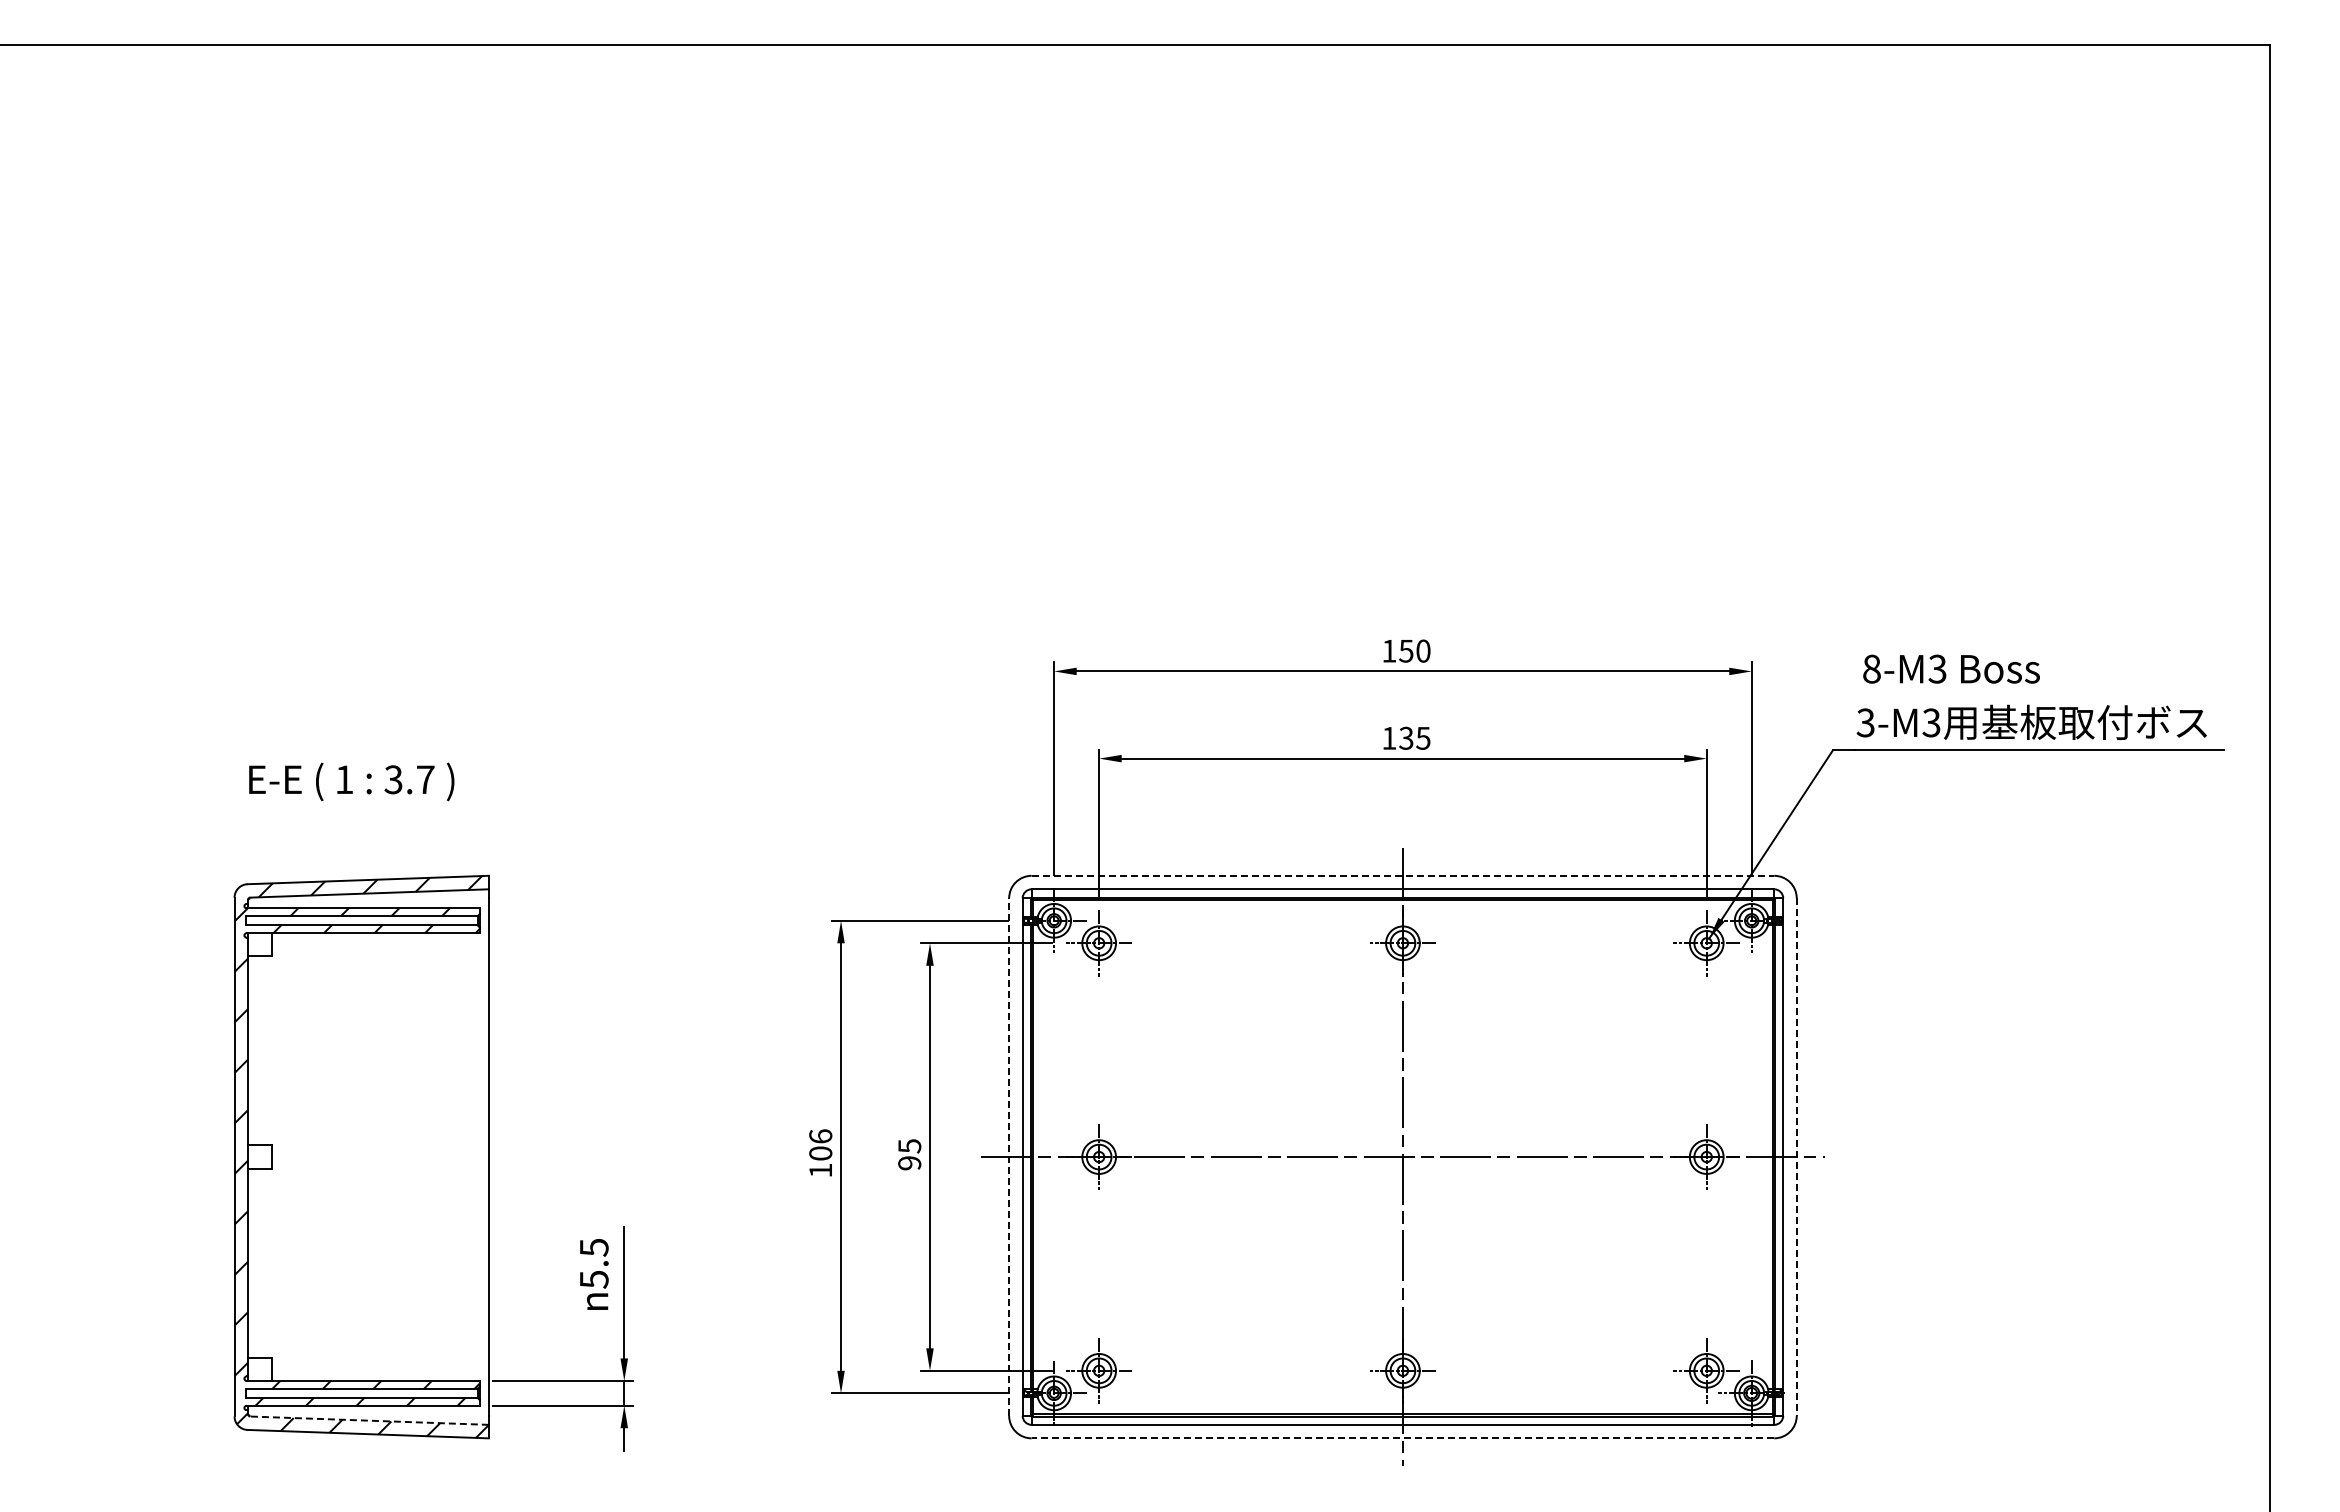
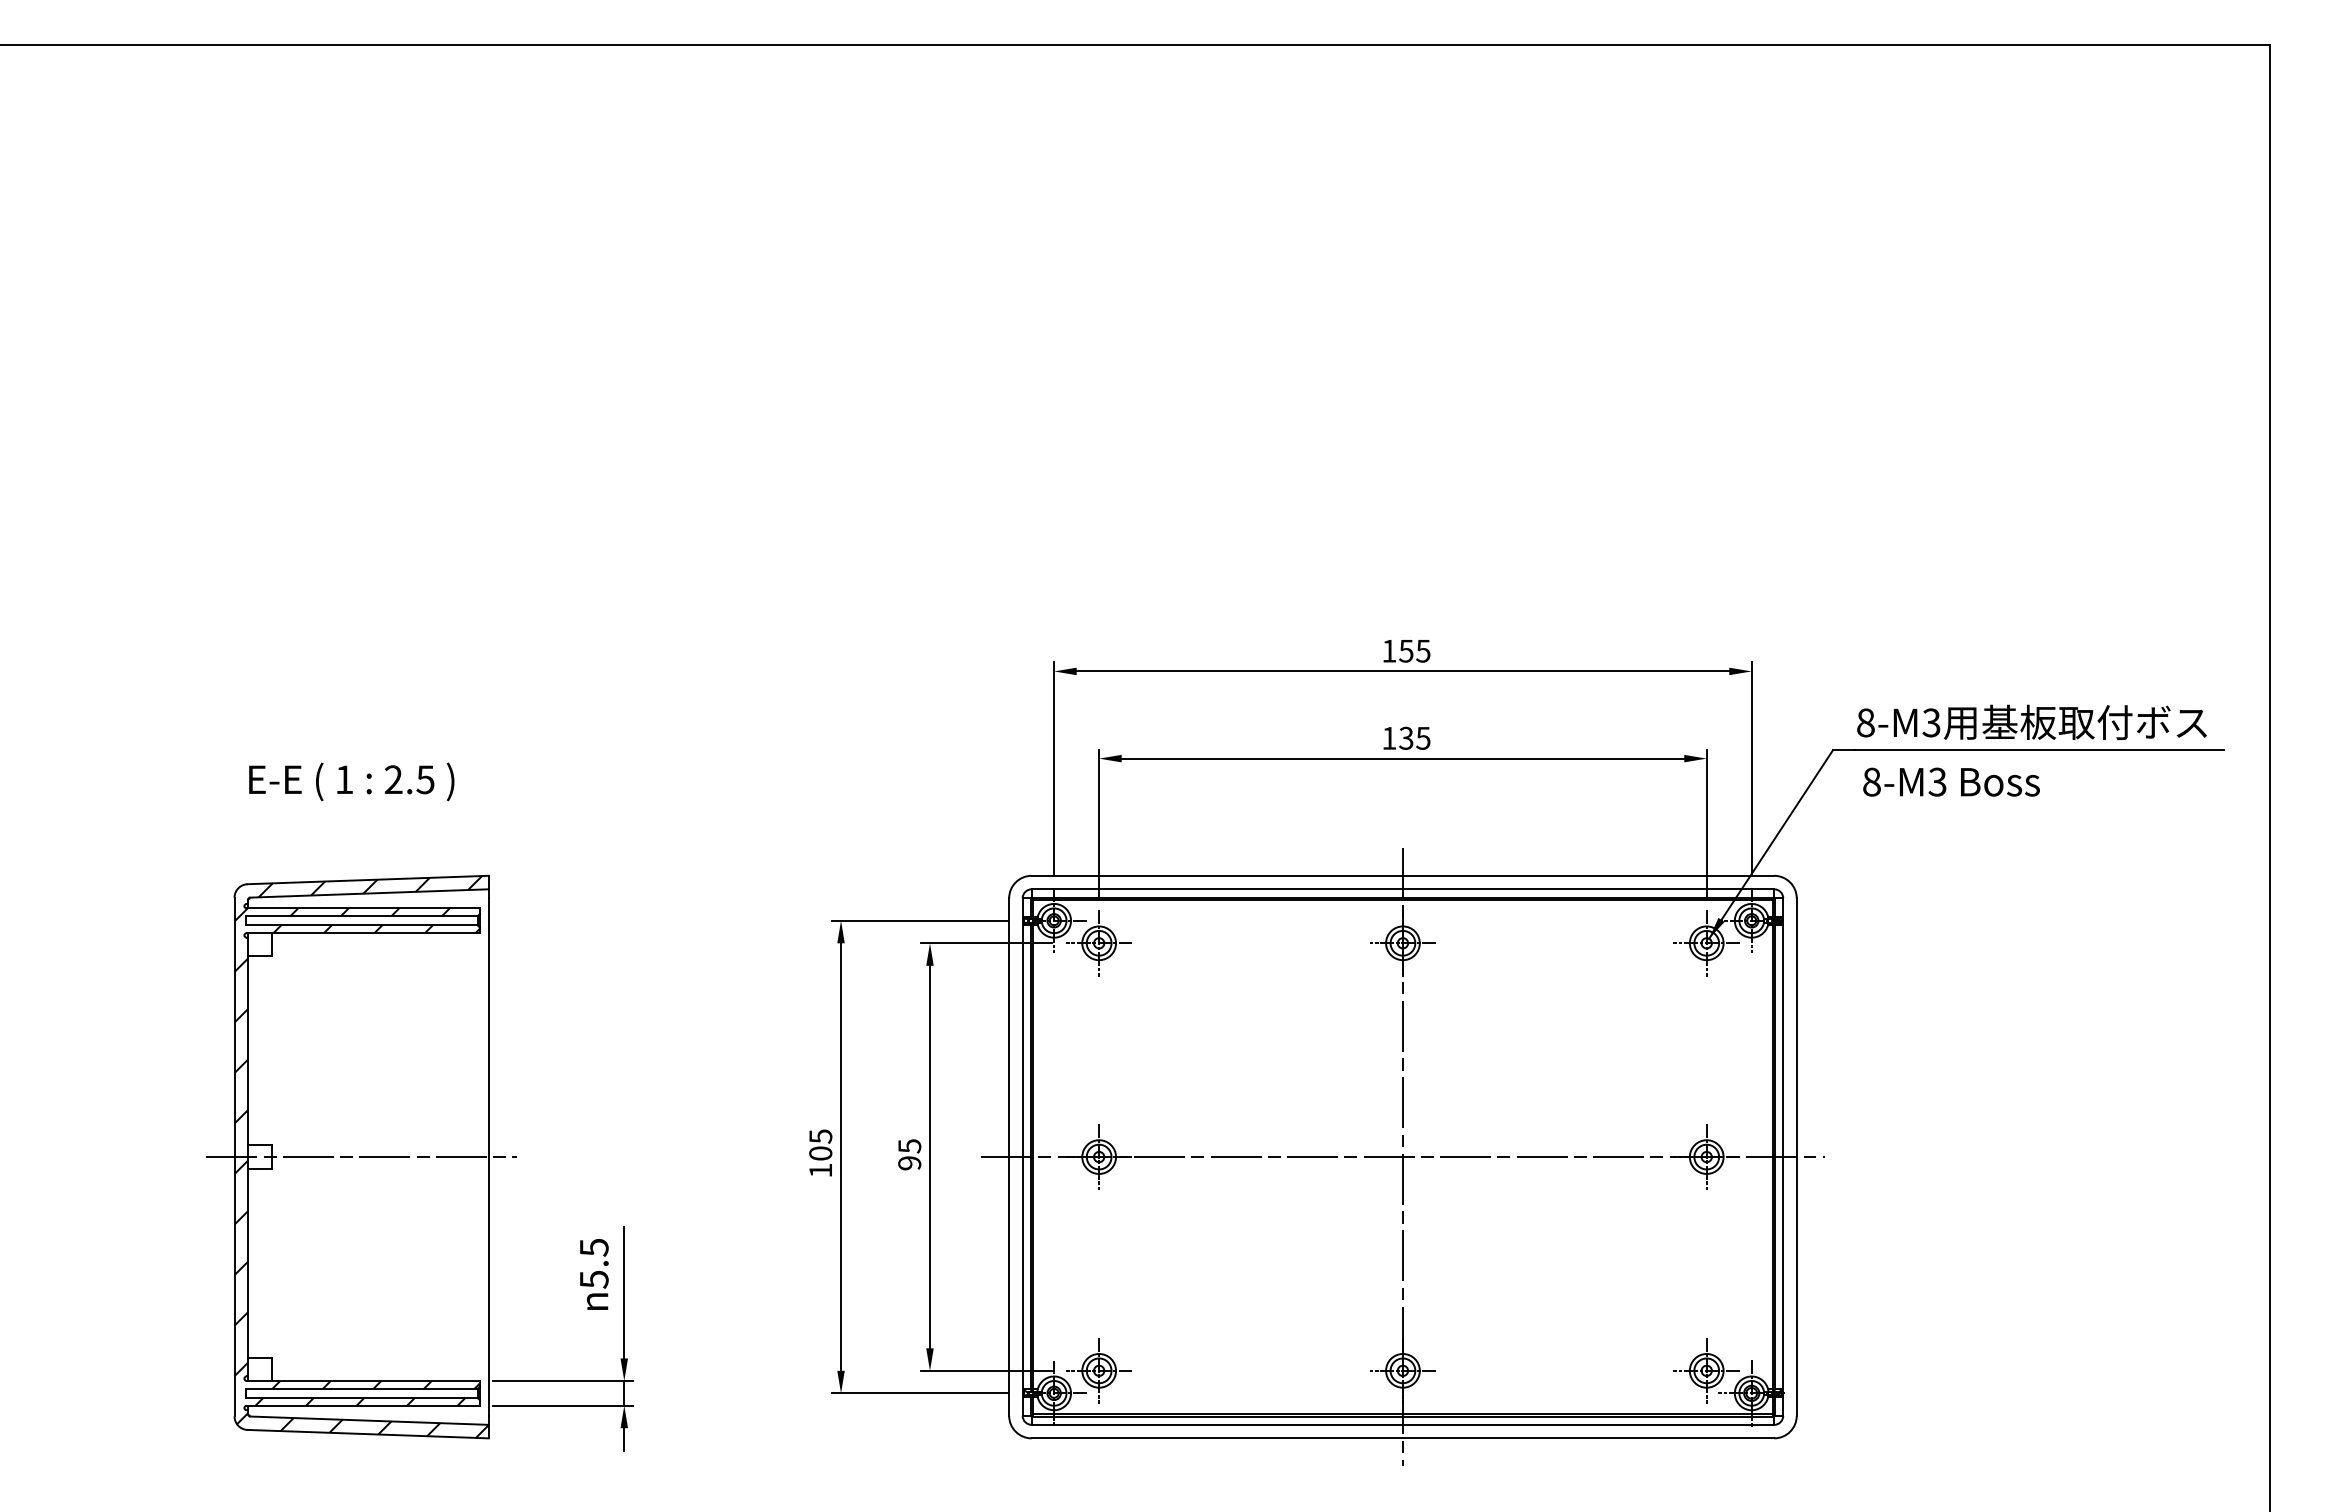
text at (1423, 650): 150 -> 155
text at (1951, 668) position: (1951, 668) -> (1951, 781)
text at (1865, 722): 3-M3 -> 8-M3
text at (409, 779): 3.7 -> 2.5
line at (1403, 875): dashed -> solid
text at (820, 1136): 106 -> 105
line at (361, 1157): none -> present
line at (1009, 1157): dashed -> solid
line at (1796, 1157): dashed -> solid
line at (369, 1420): dashed -> solid
line at (1402, 1438): dashed -> solid
